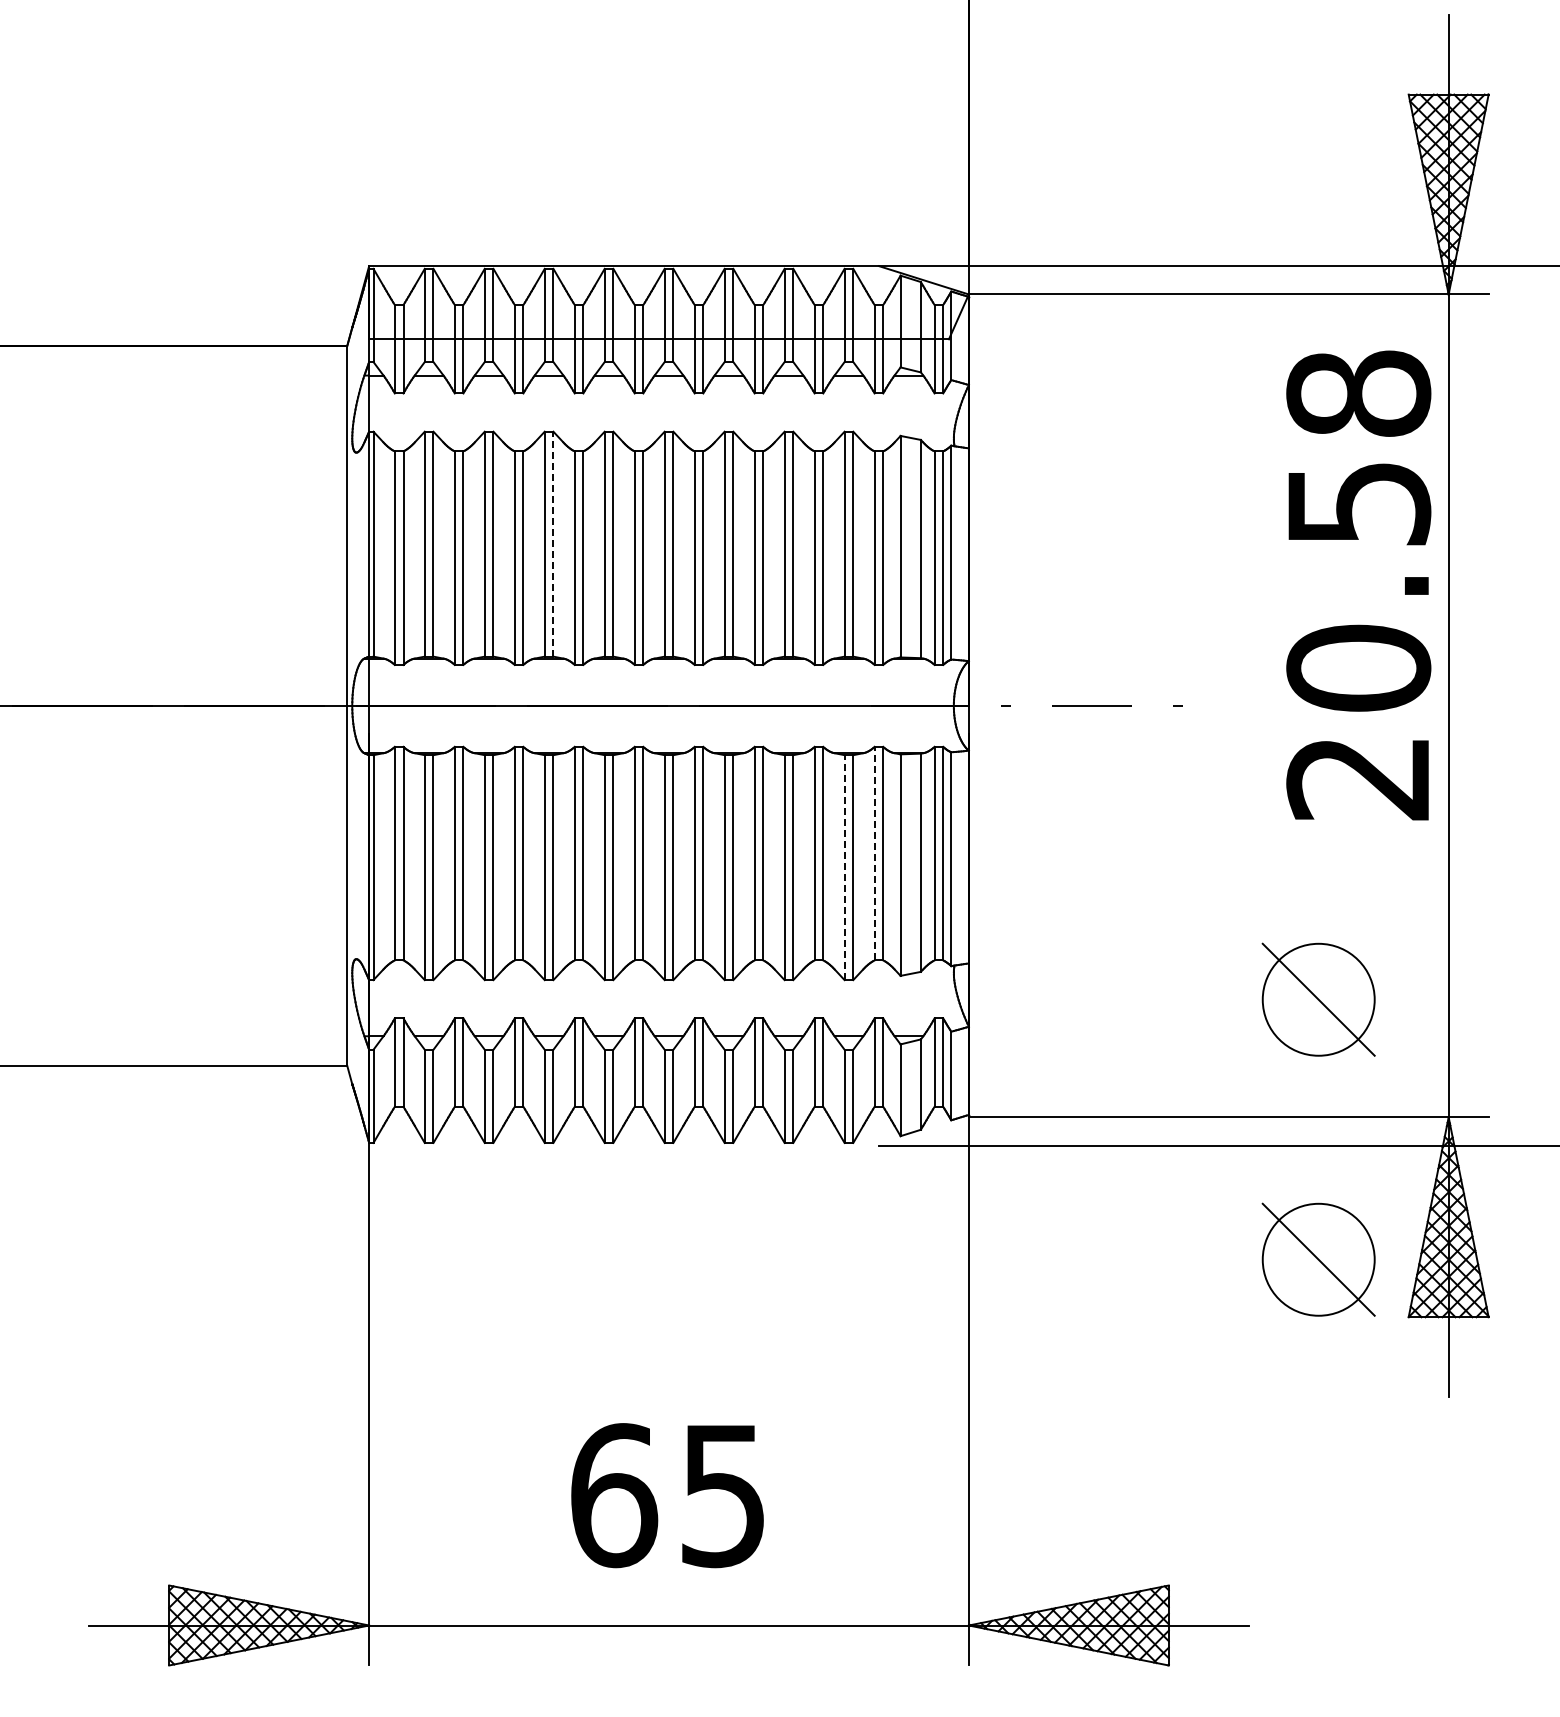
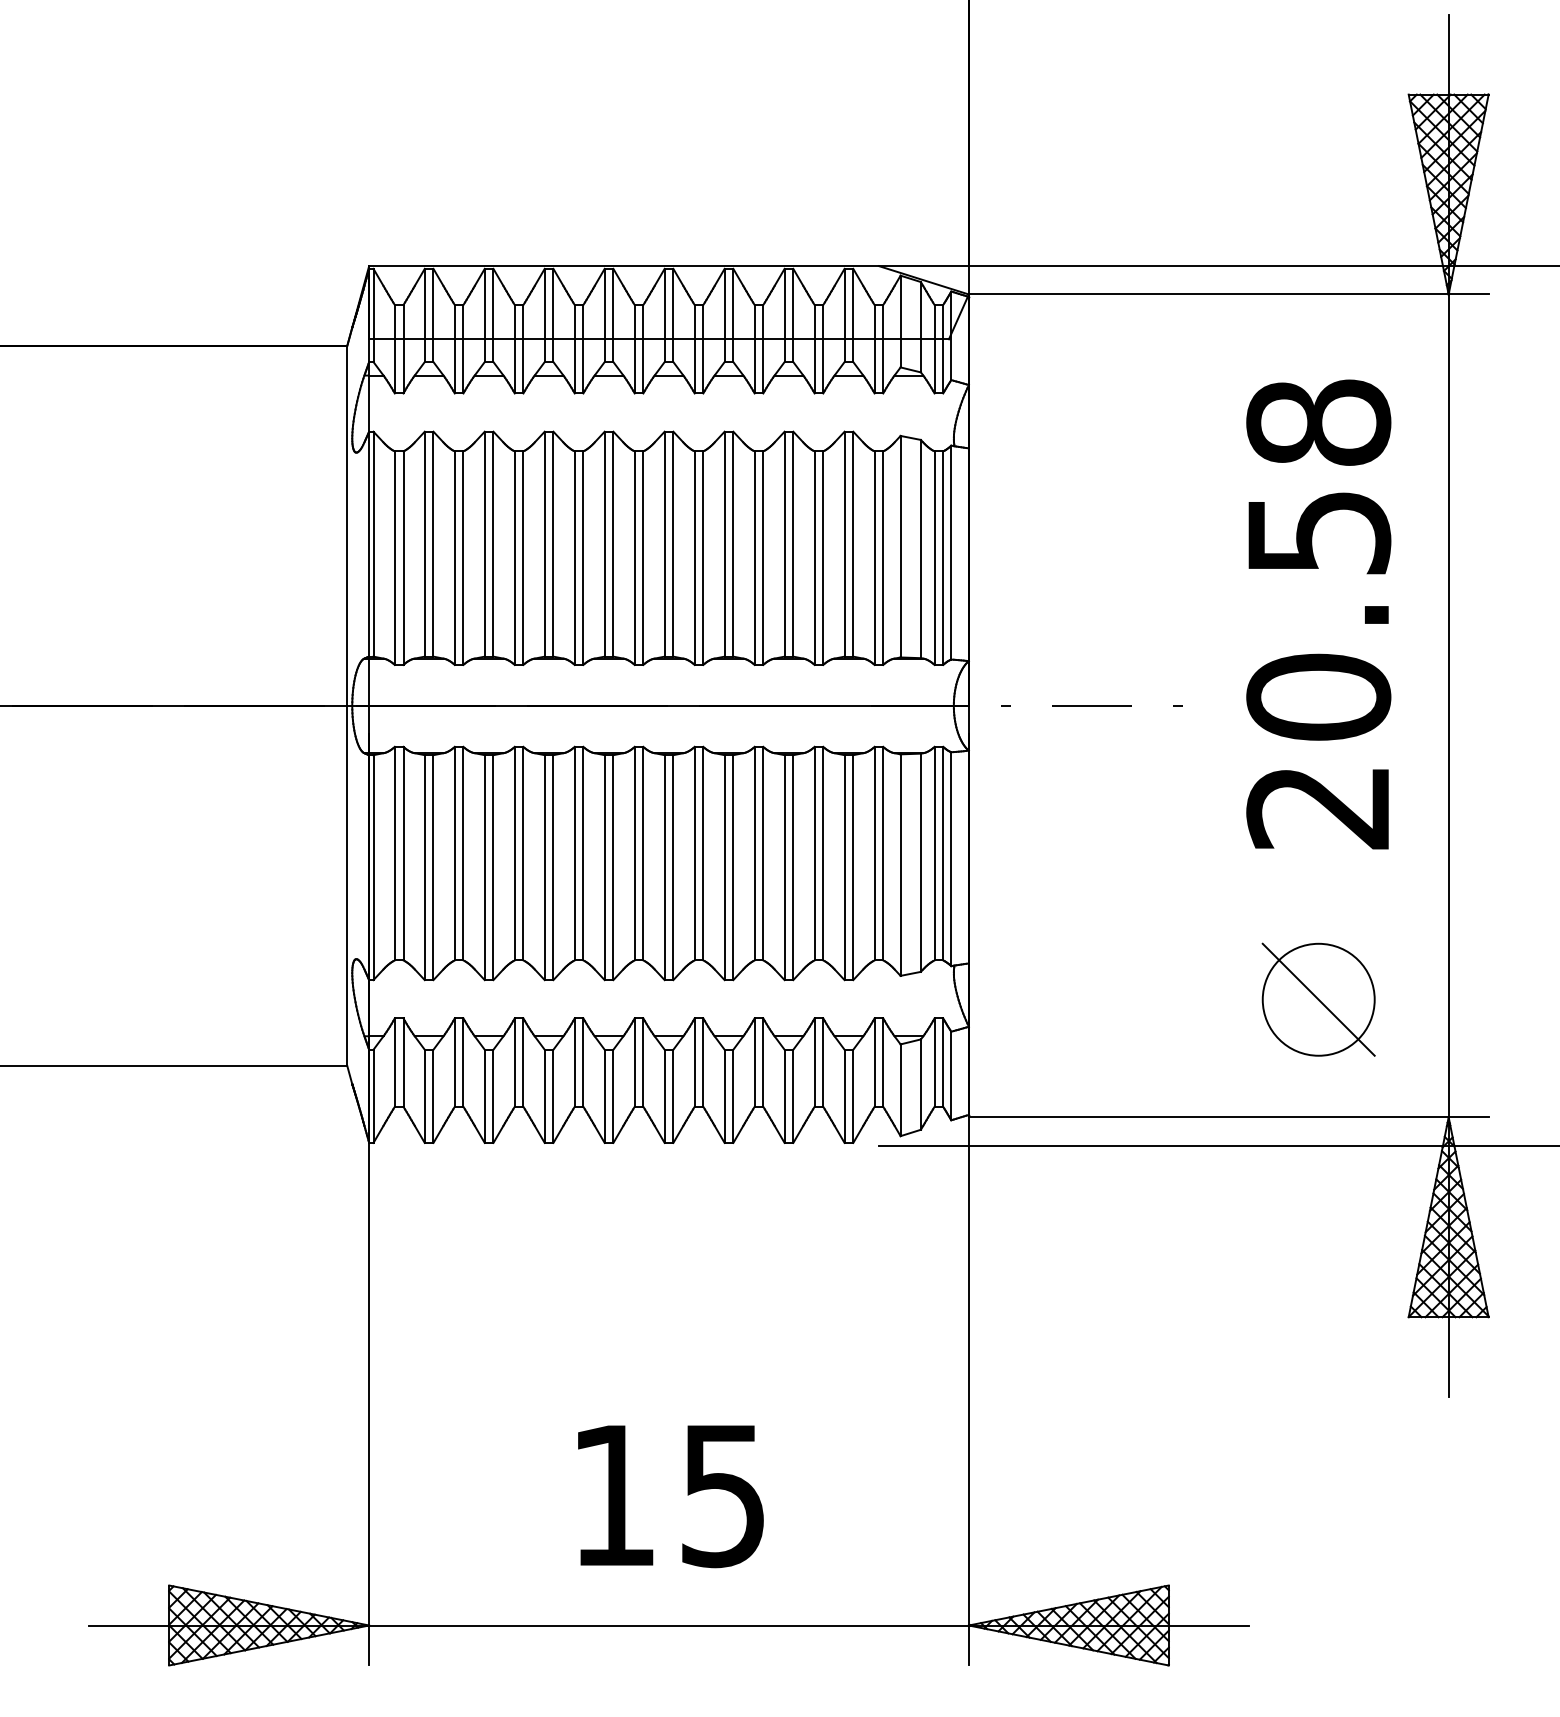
line at (553, 543): dashed -> solid
text at (1358, 585) position: (1358, 585) -> (1318, 614)
line at (874, 853): dashed -> solid
line at (844, 867): dashed -> solid
part at (1318, 1259): present -> none
text at (614, 1495): 65 -> 15
